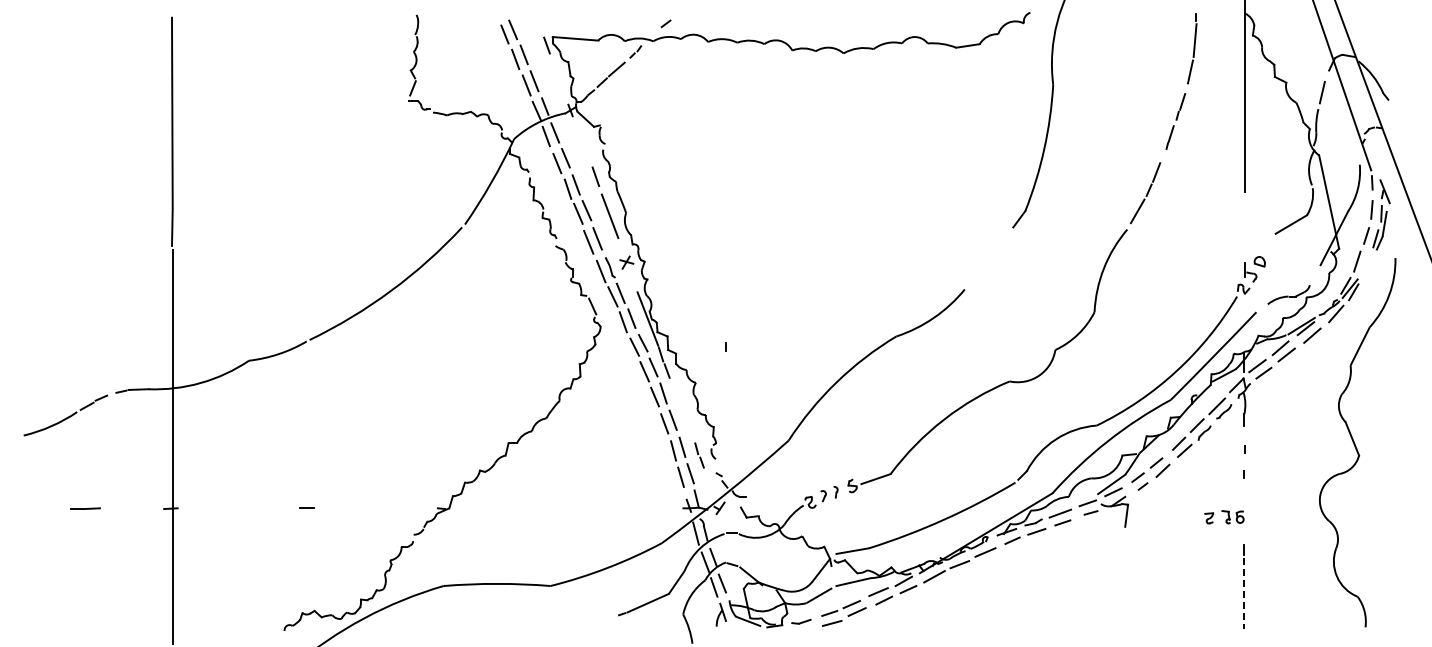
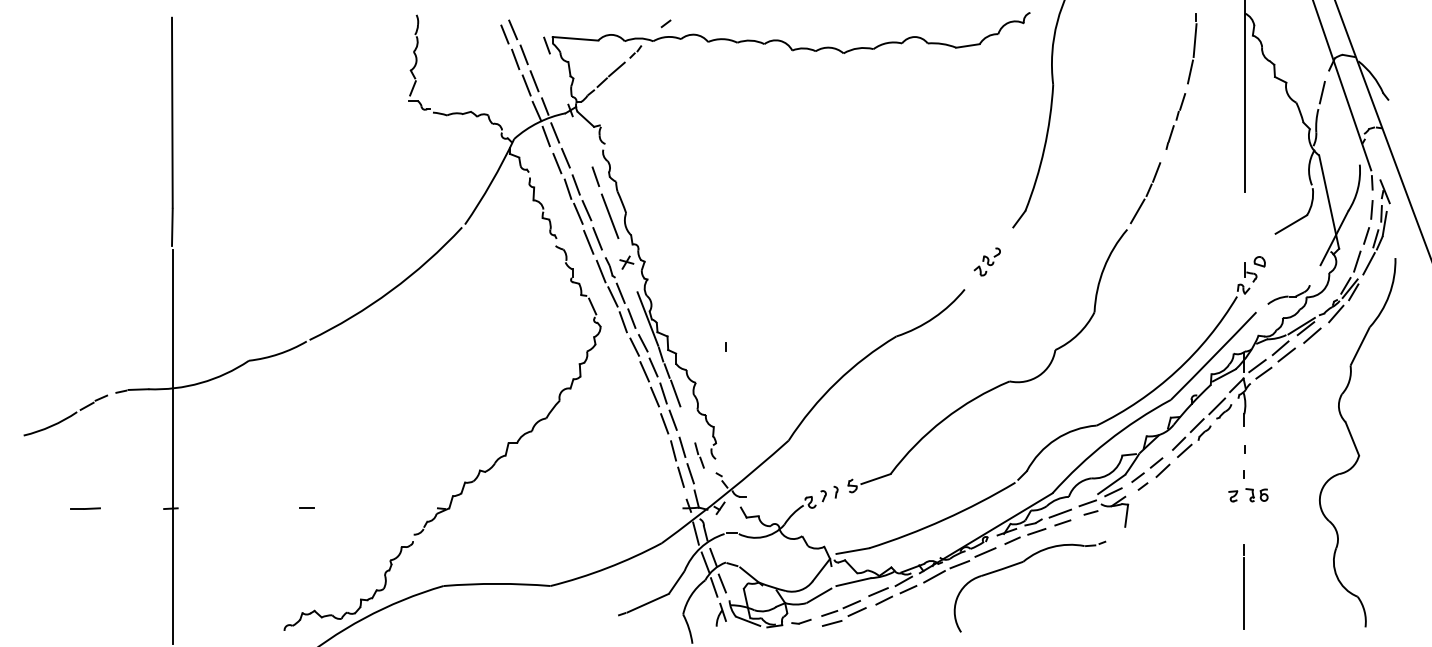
part at (986, 261): none -> present
line at (1368, 263): none -> present
line at (675, 393): none -> present
part at (1224, 517) position: (1224, 517) -> (1248, 495)
part at (1019, 564): none -> present
line at (1244, 593): dashed -> solid
